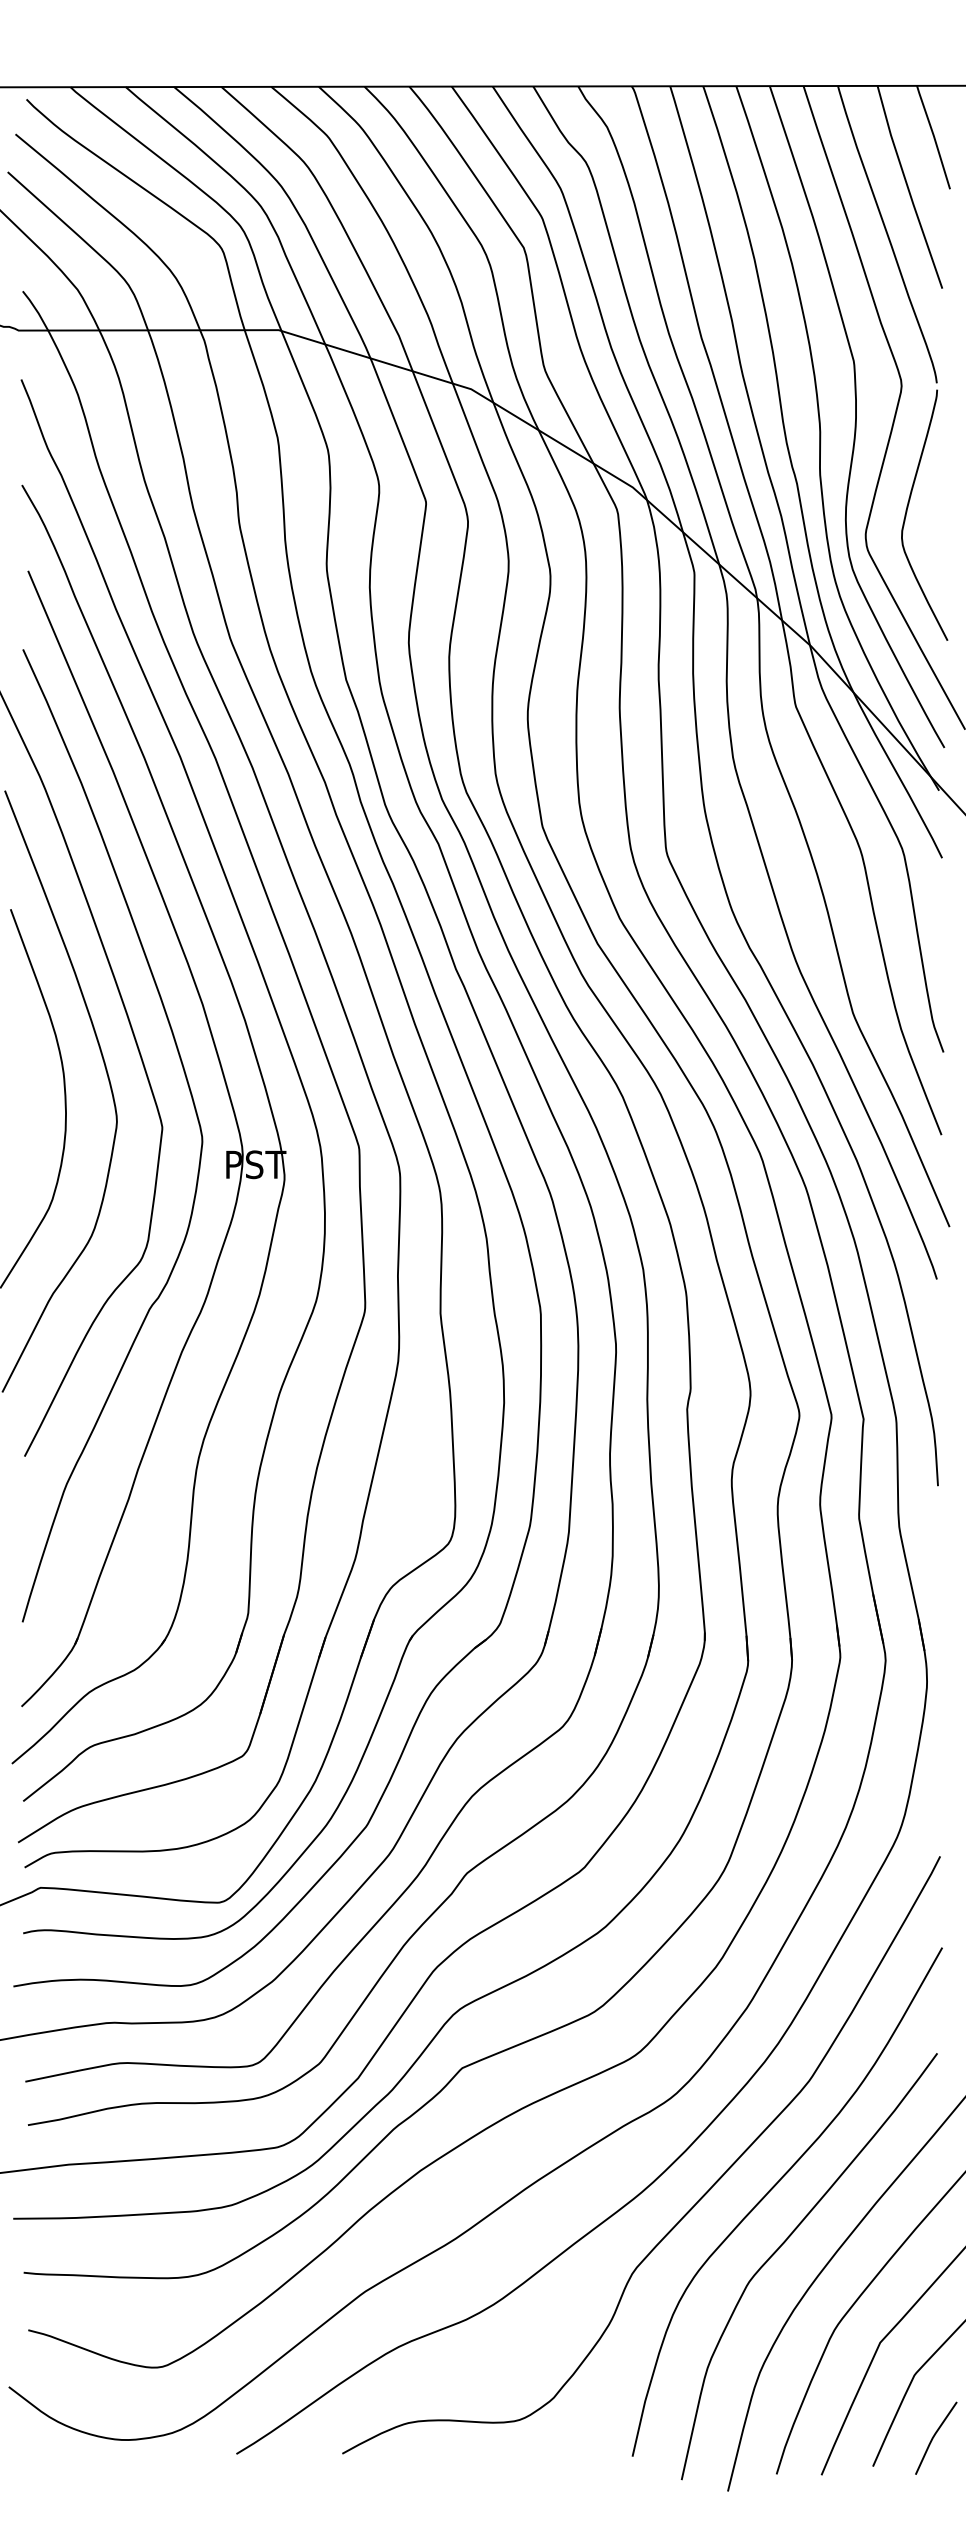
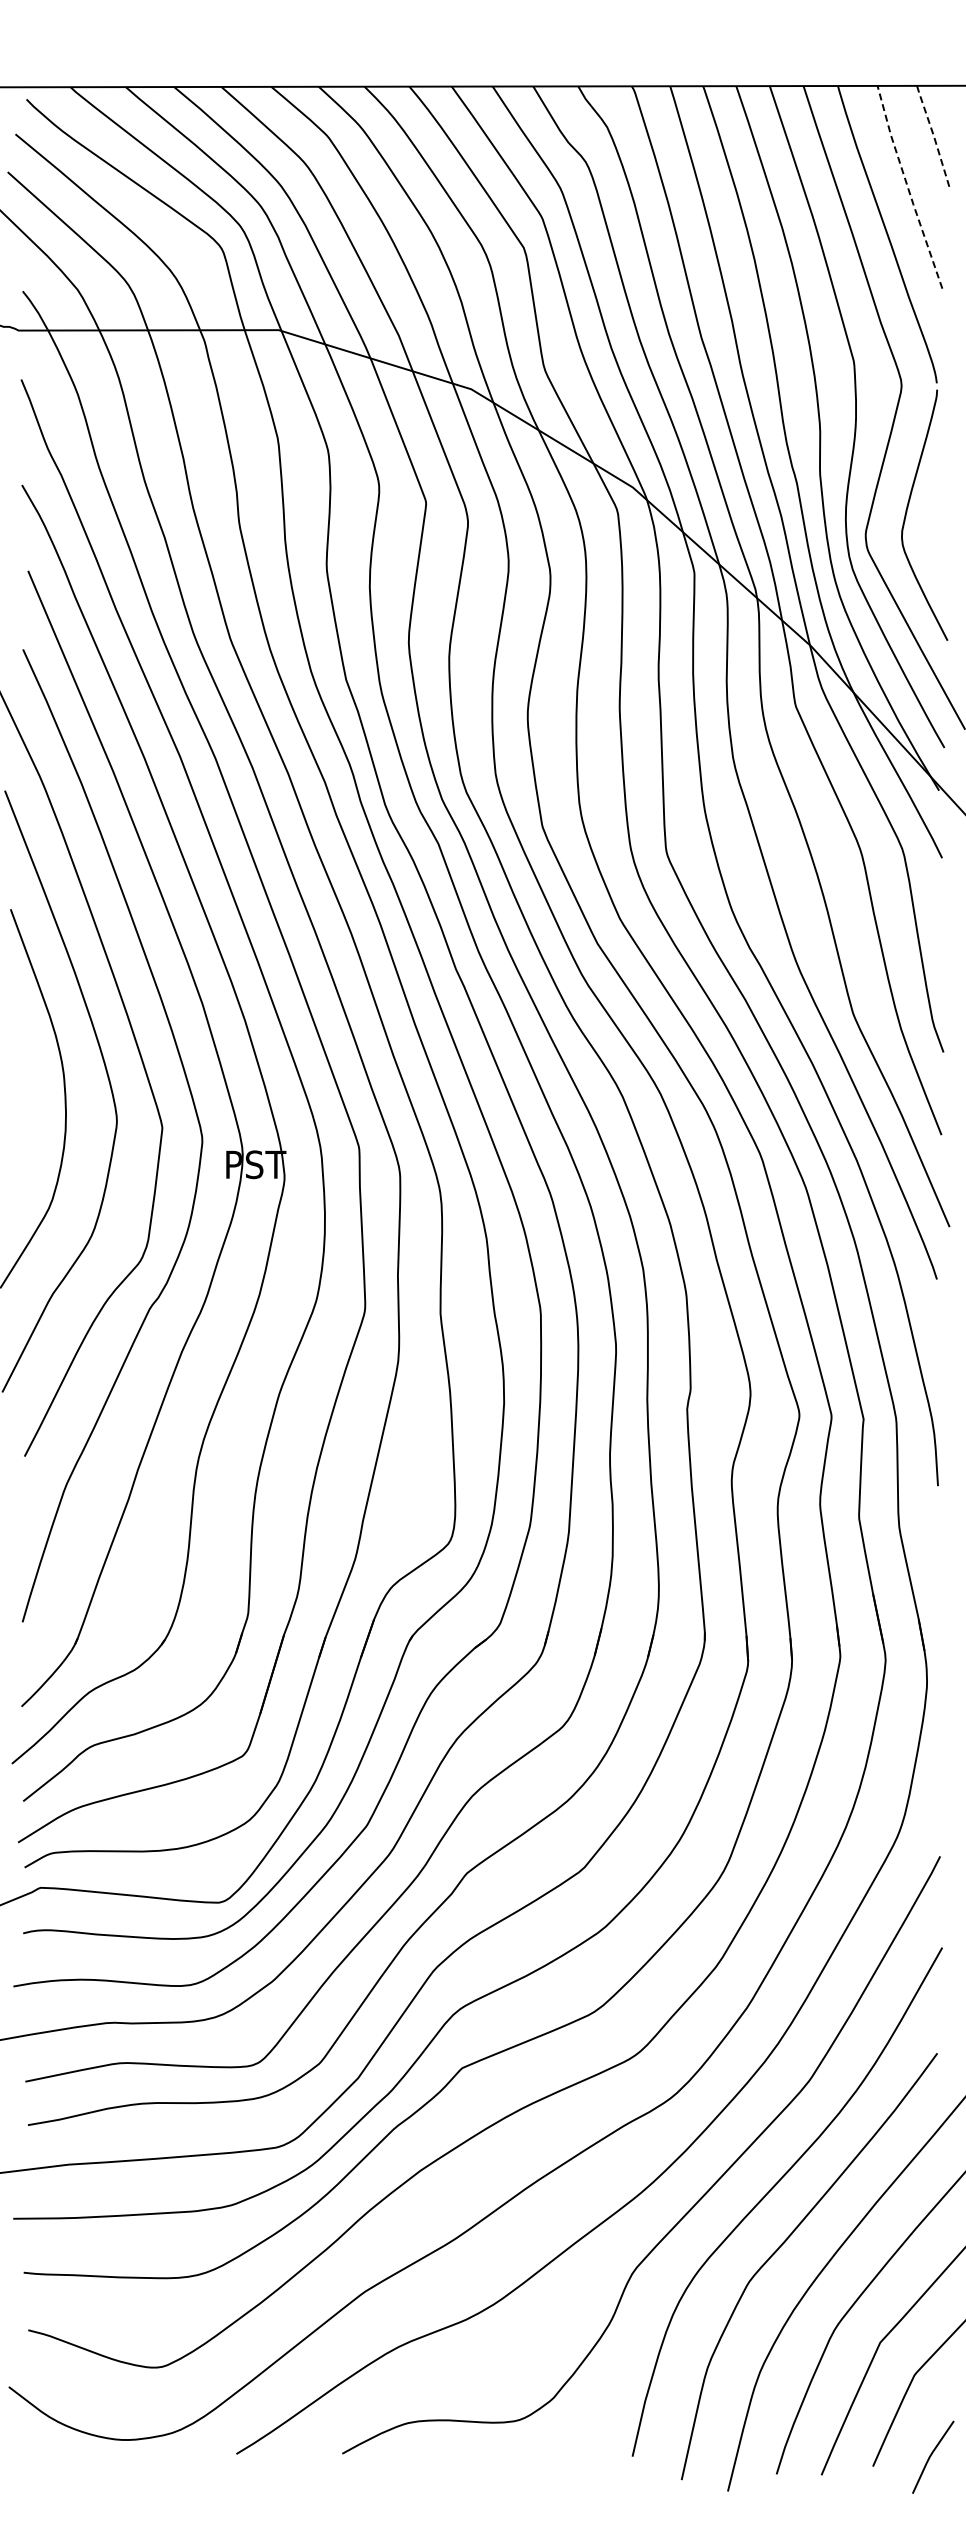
line at (933, 136): solid -> dashed
line at (907, 187): solid -> dashed
line at (934, 2437) position: (934, 2437) -> (931, 2456)
